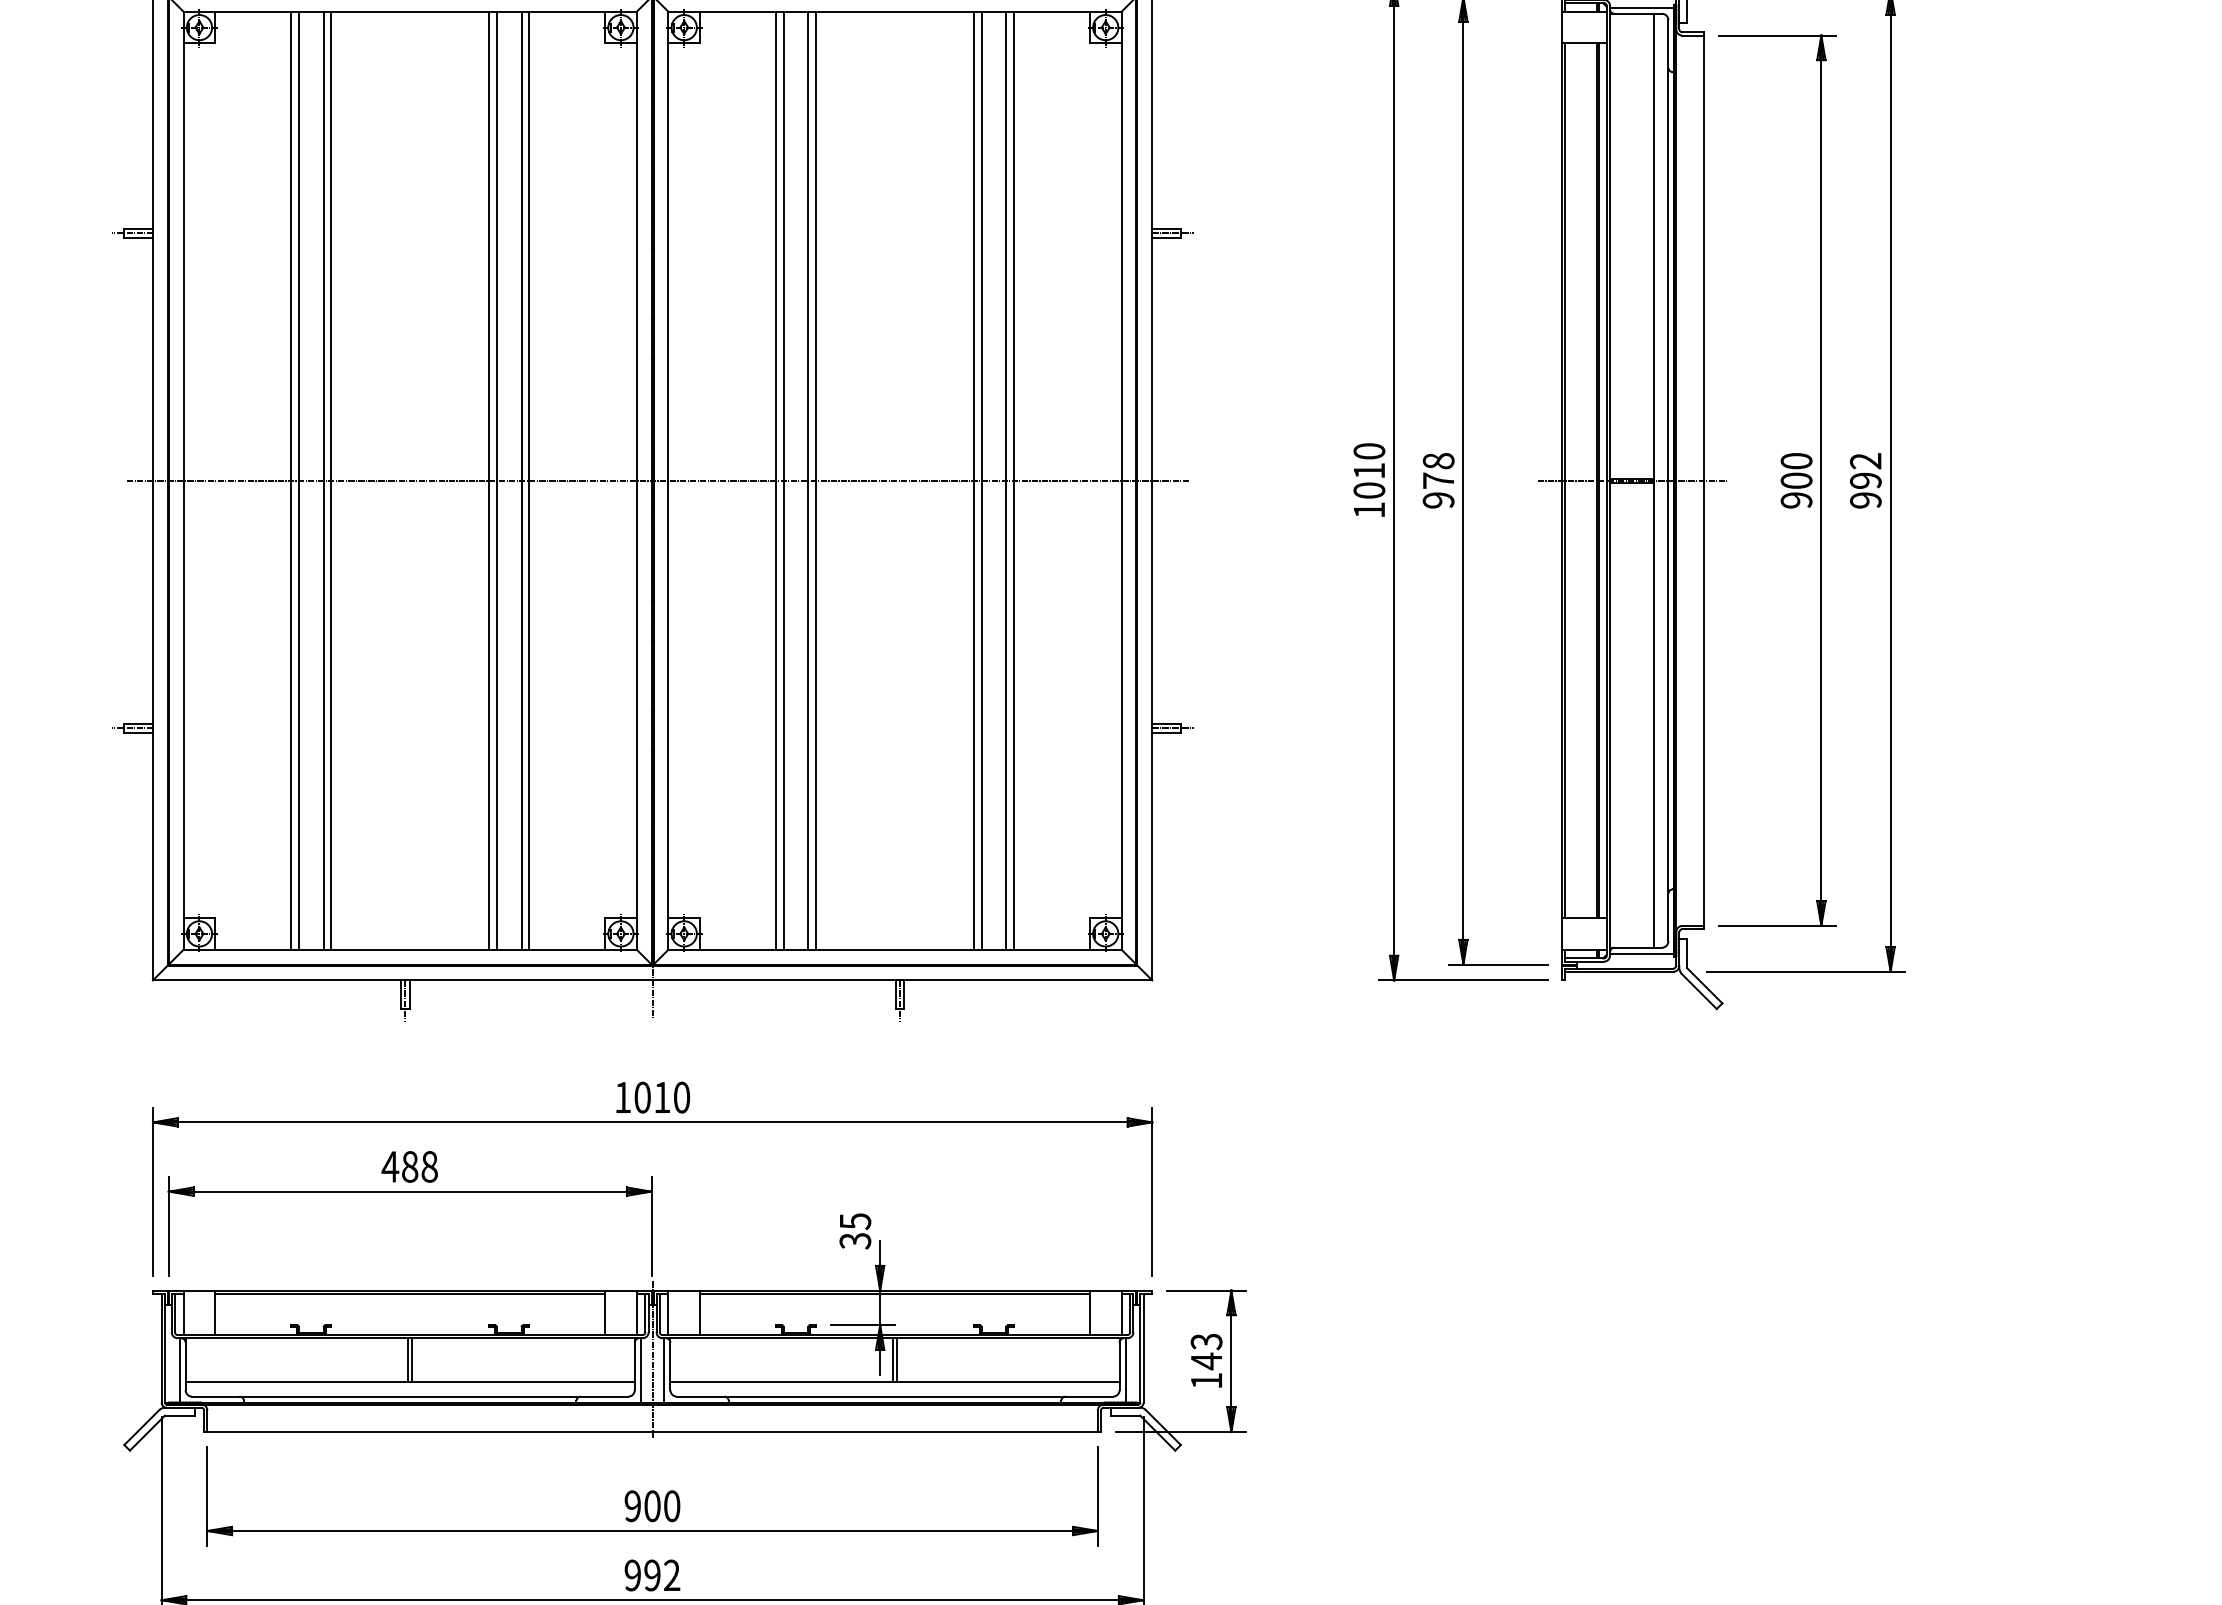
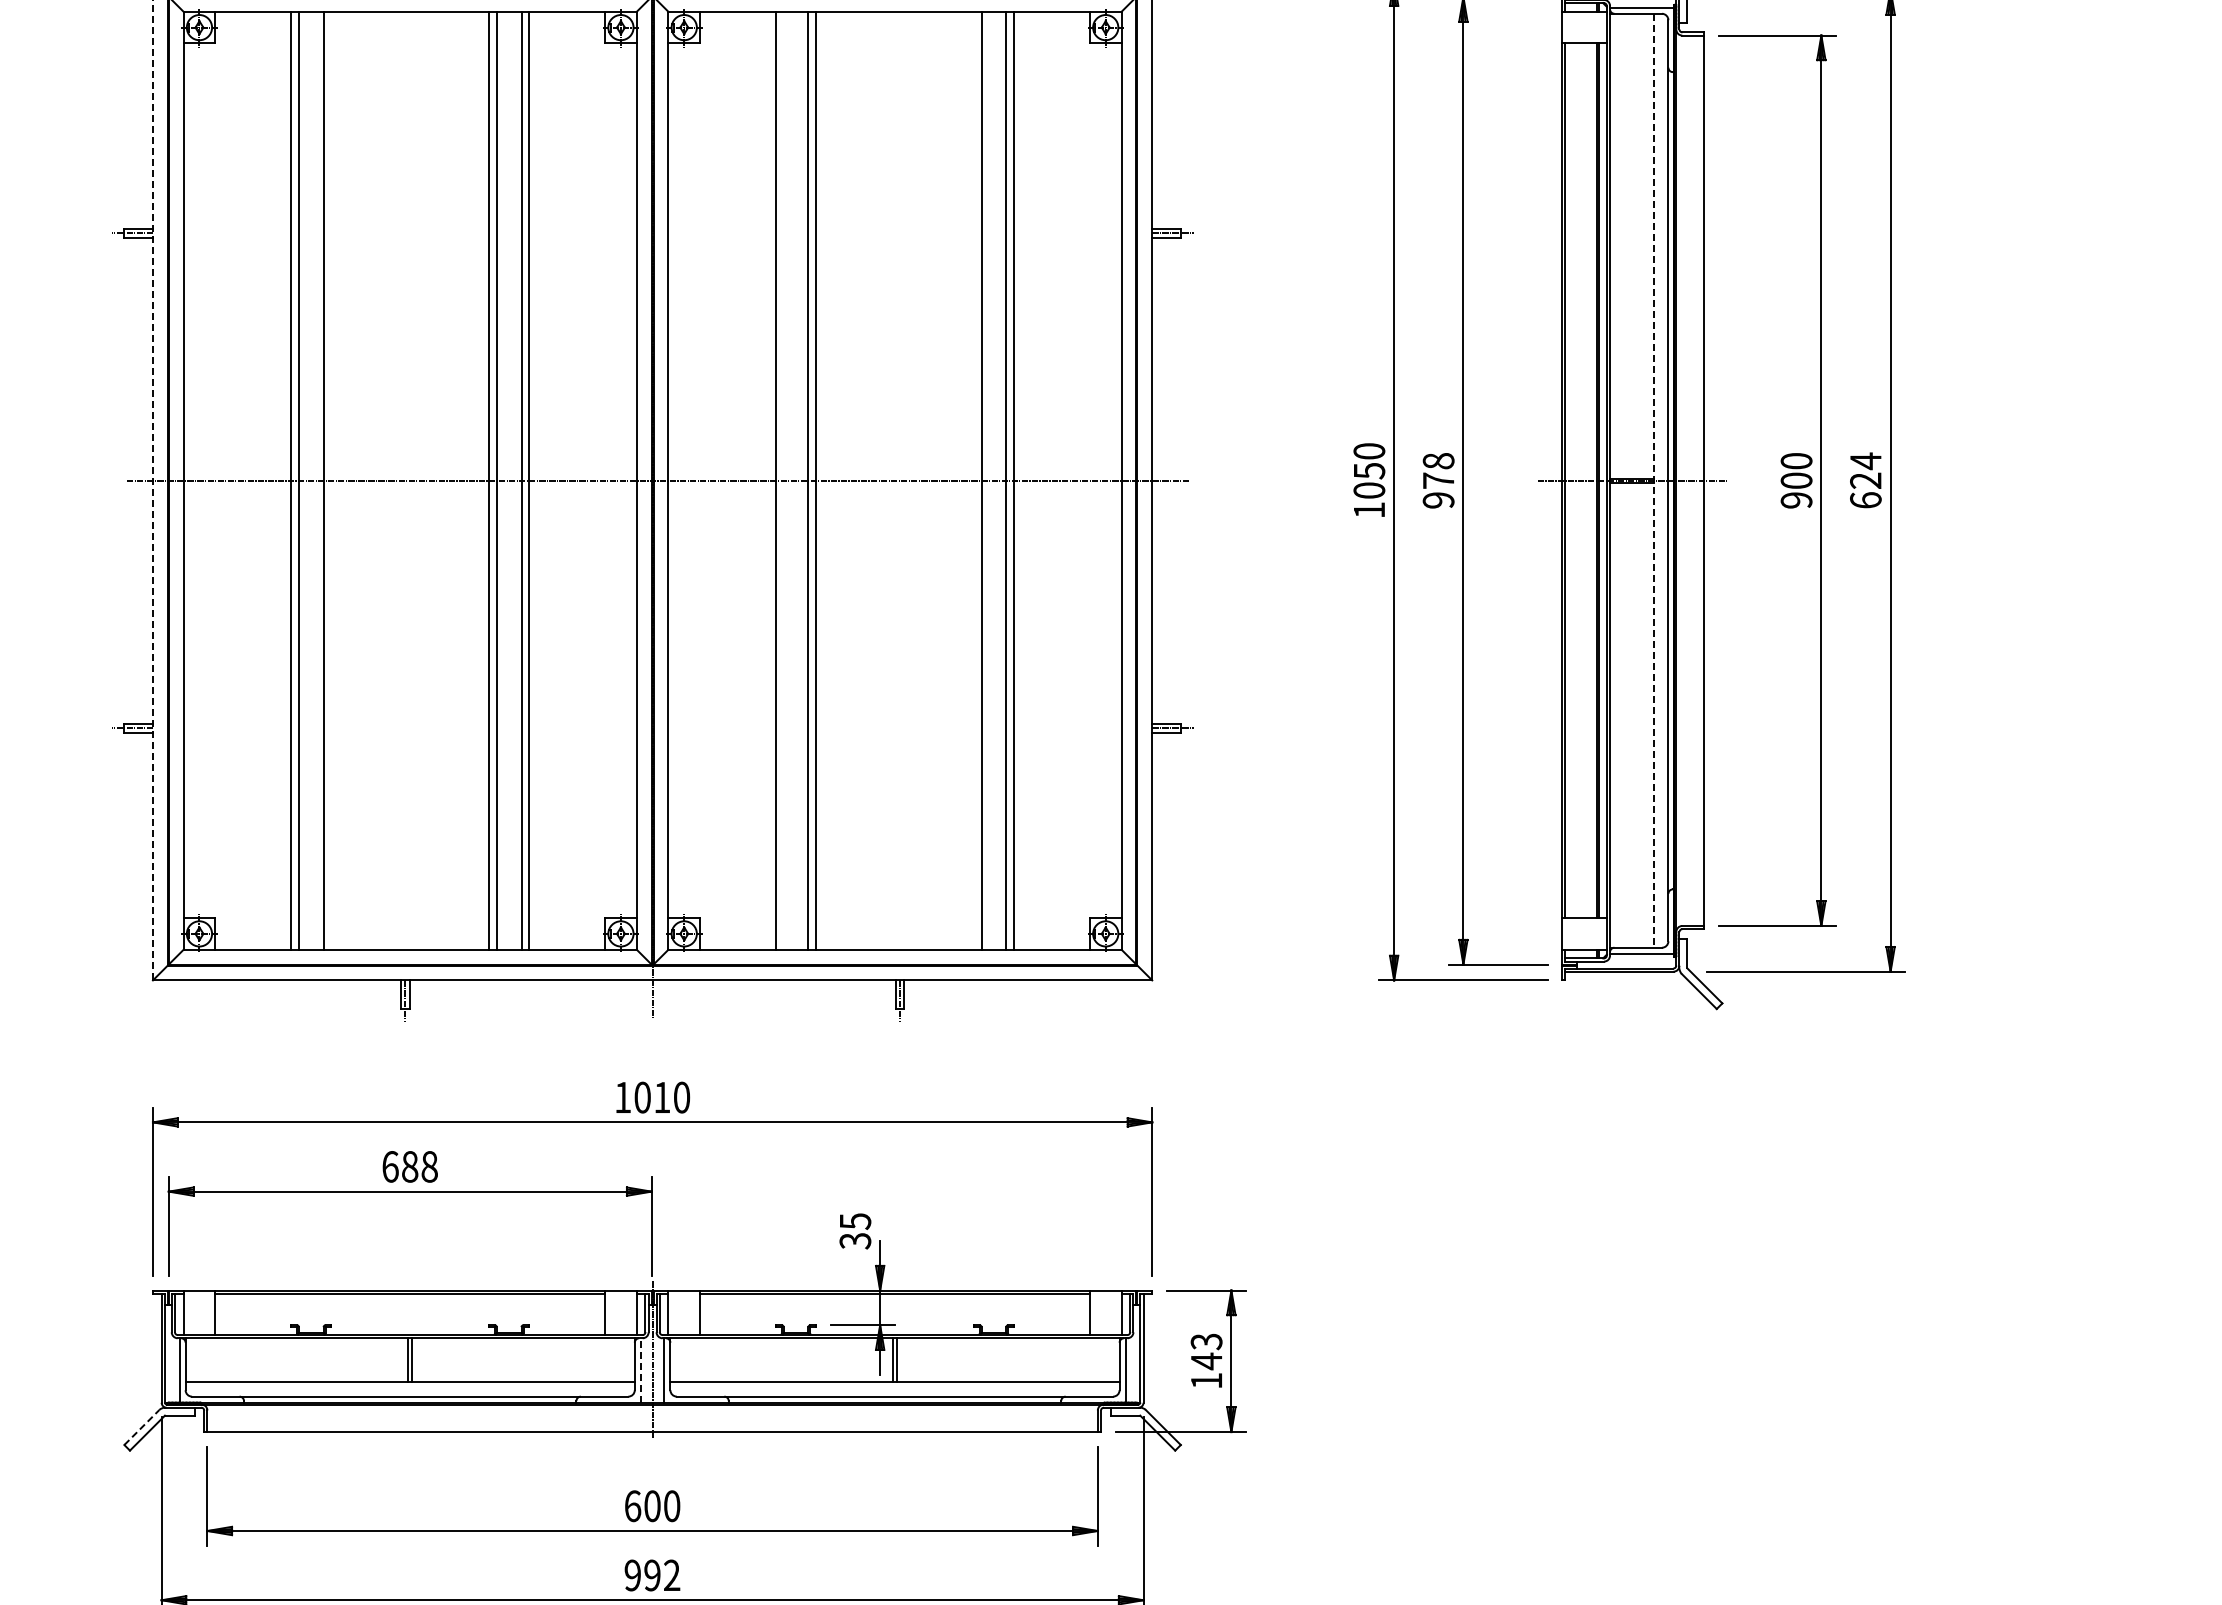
text at (1369, 471): 1010 -> 1050
line at (331, 480): present -> none
line at (783, 480): present -> none
line at (974, 480): present -> none
line at (1653, 480): solid -> dashed
text at (1865, 480): 992 -> 624
line at (152, 489): solid -> dashed
text at (390, 1166): 488 -> 688
line at (640, 1369): solid -> dashed
line at (141, 1427): solid -> dashed
text at (632, 1506): 900 -> 600
